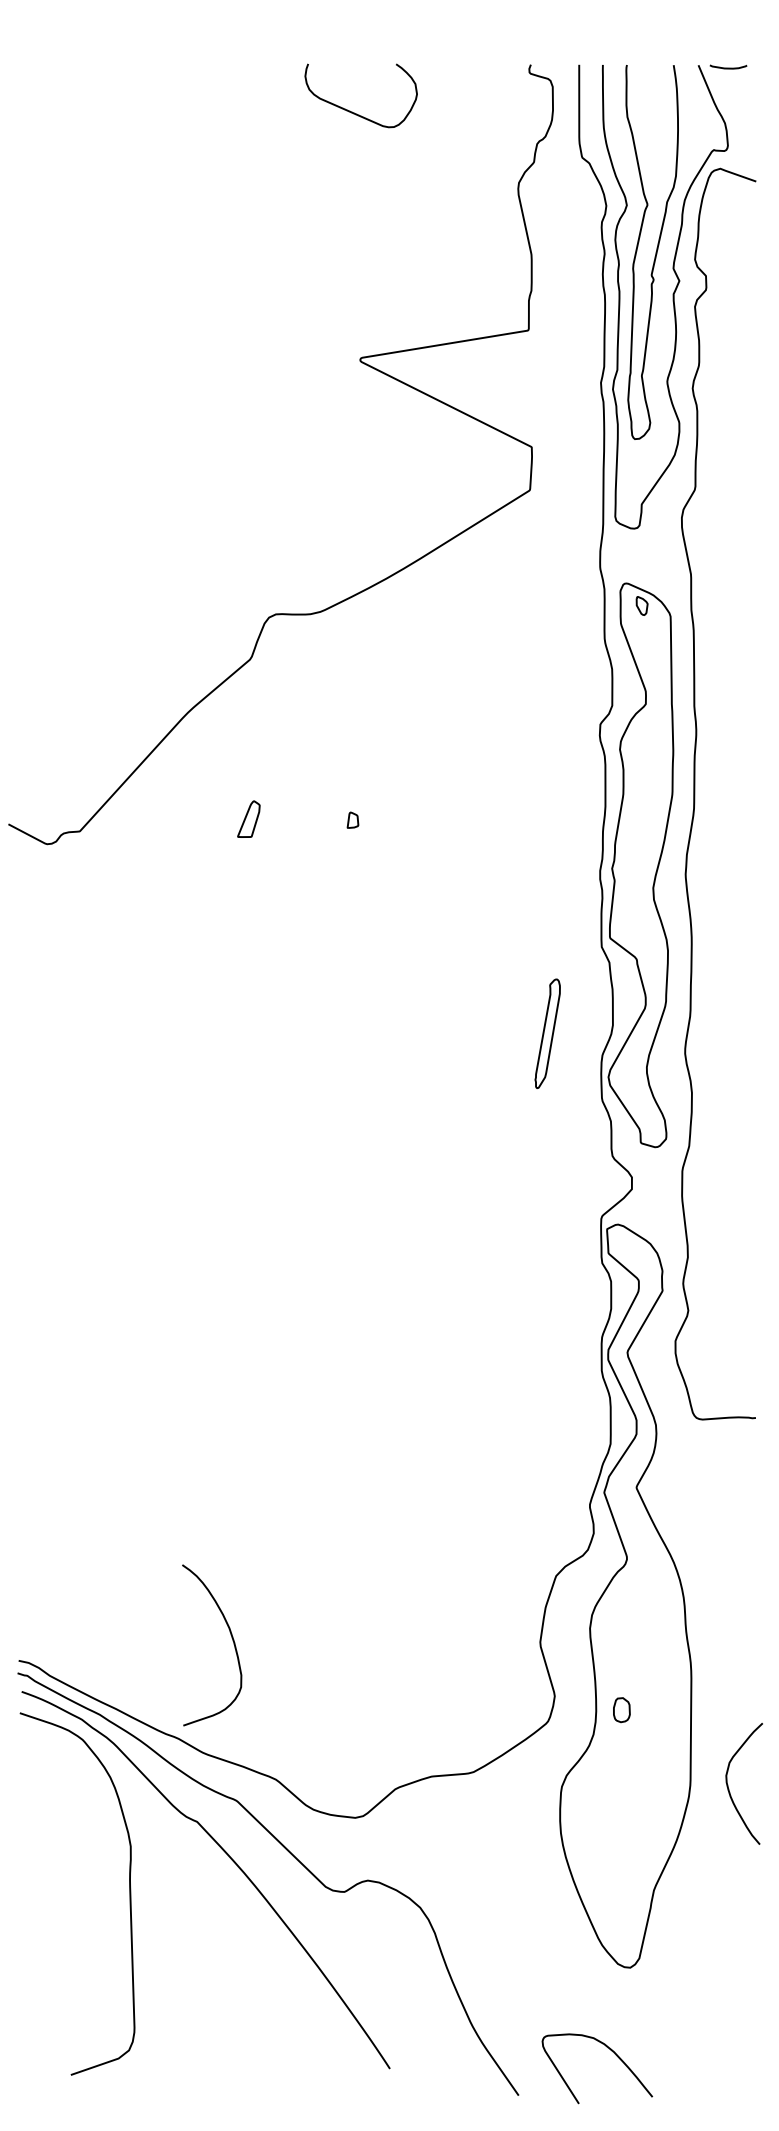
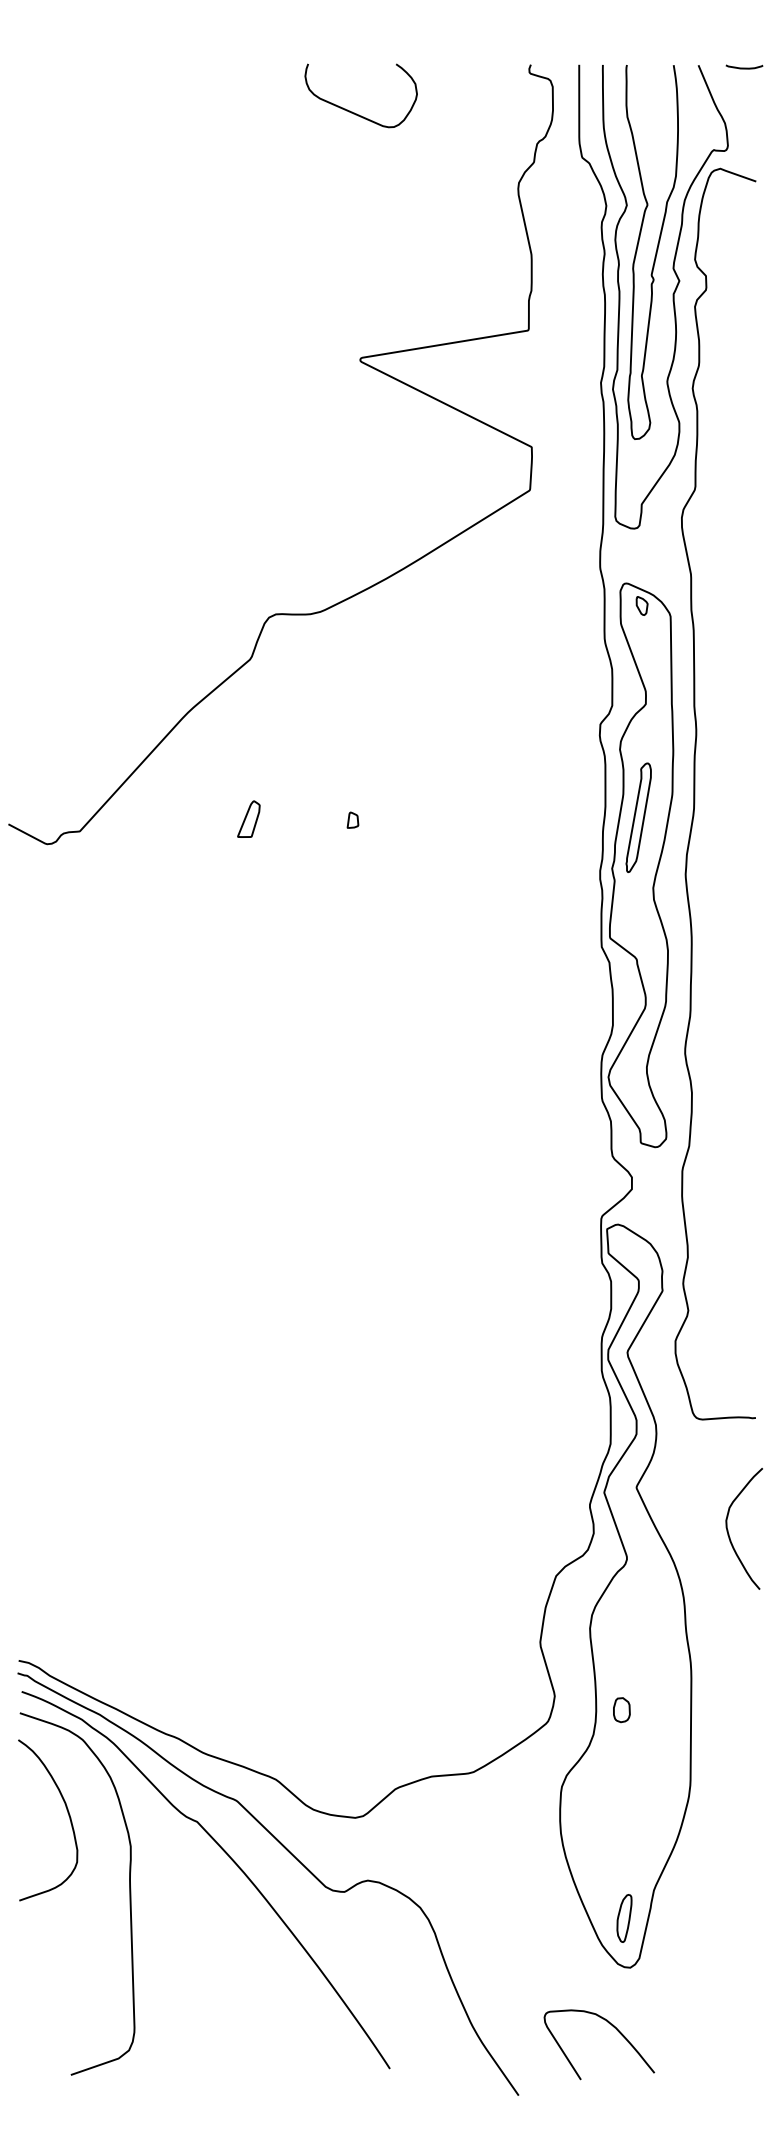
curve at (728, 67) position: (728, 67) -> (744, 67)
part at (547, 1033) position: (547, 1033) -> (638, 817)
curve at (231, 1638) position: (231, 1638) -> (67, 1813)
curve at (729, 1788) position: (729, 1788) -> (729, 1533)
part at (624, 1918): none -> present
curve at (612, 2052) position: (612, 2052) -> (614, 2028)
